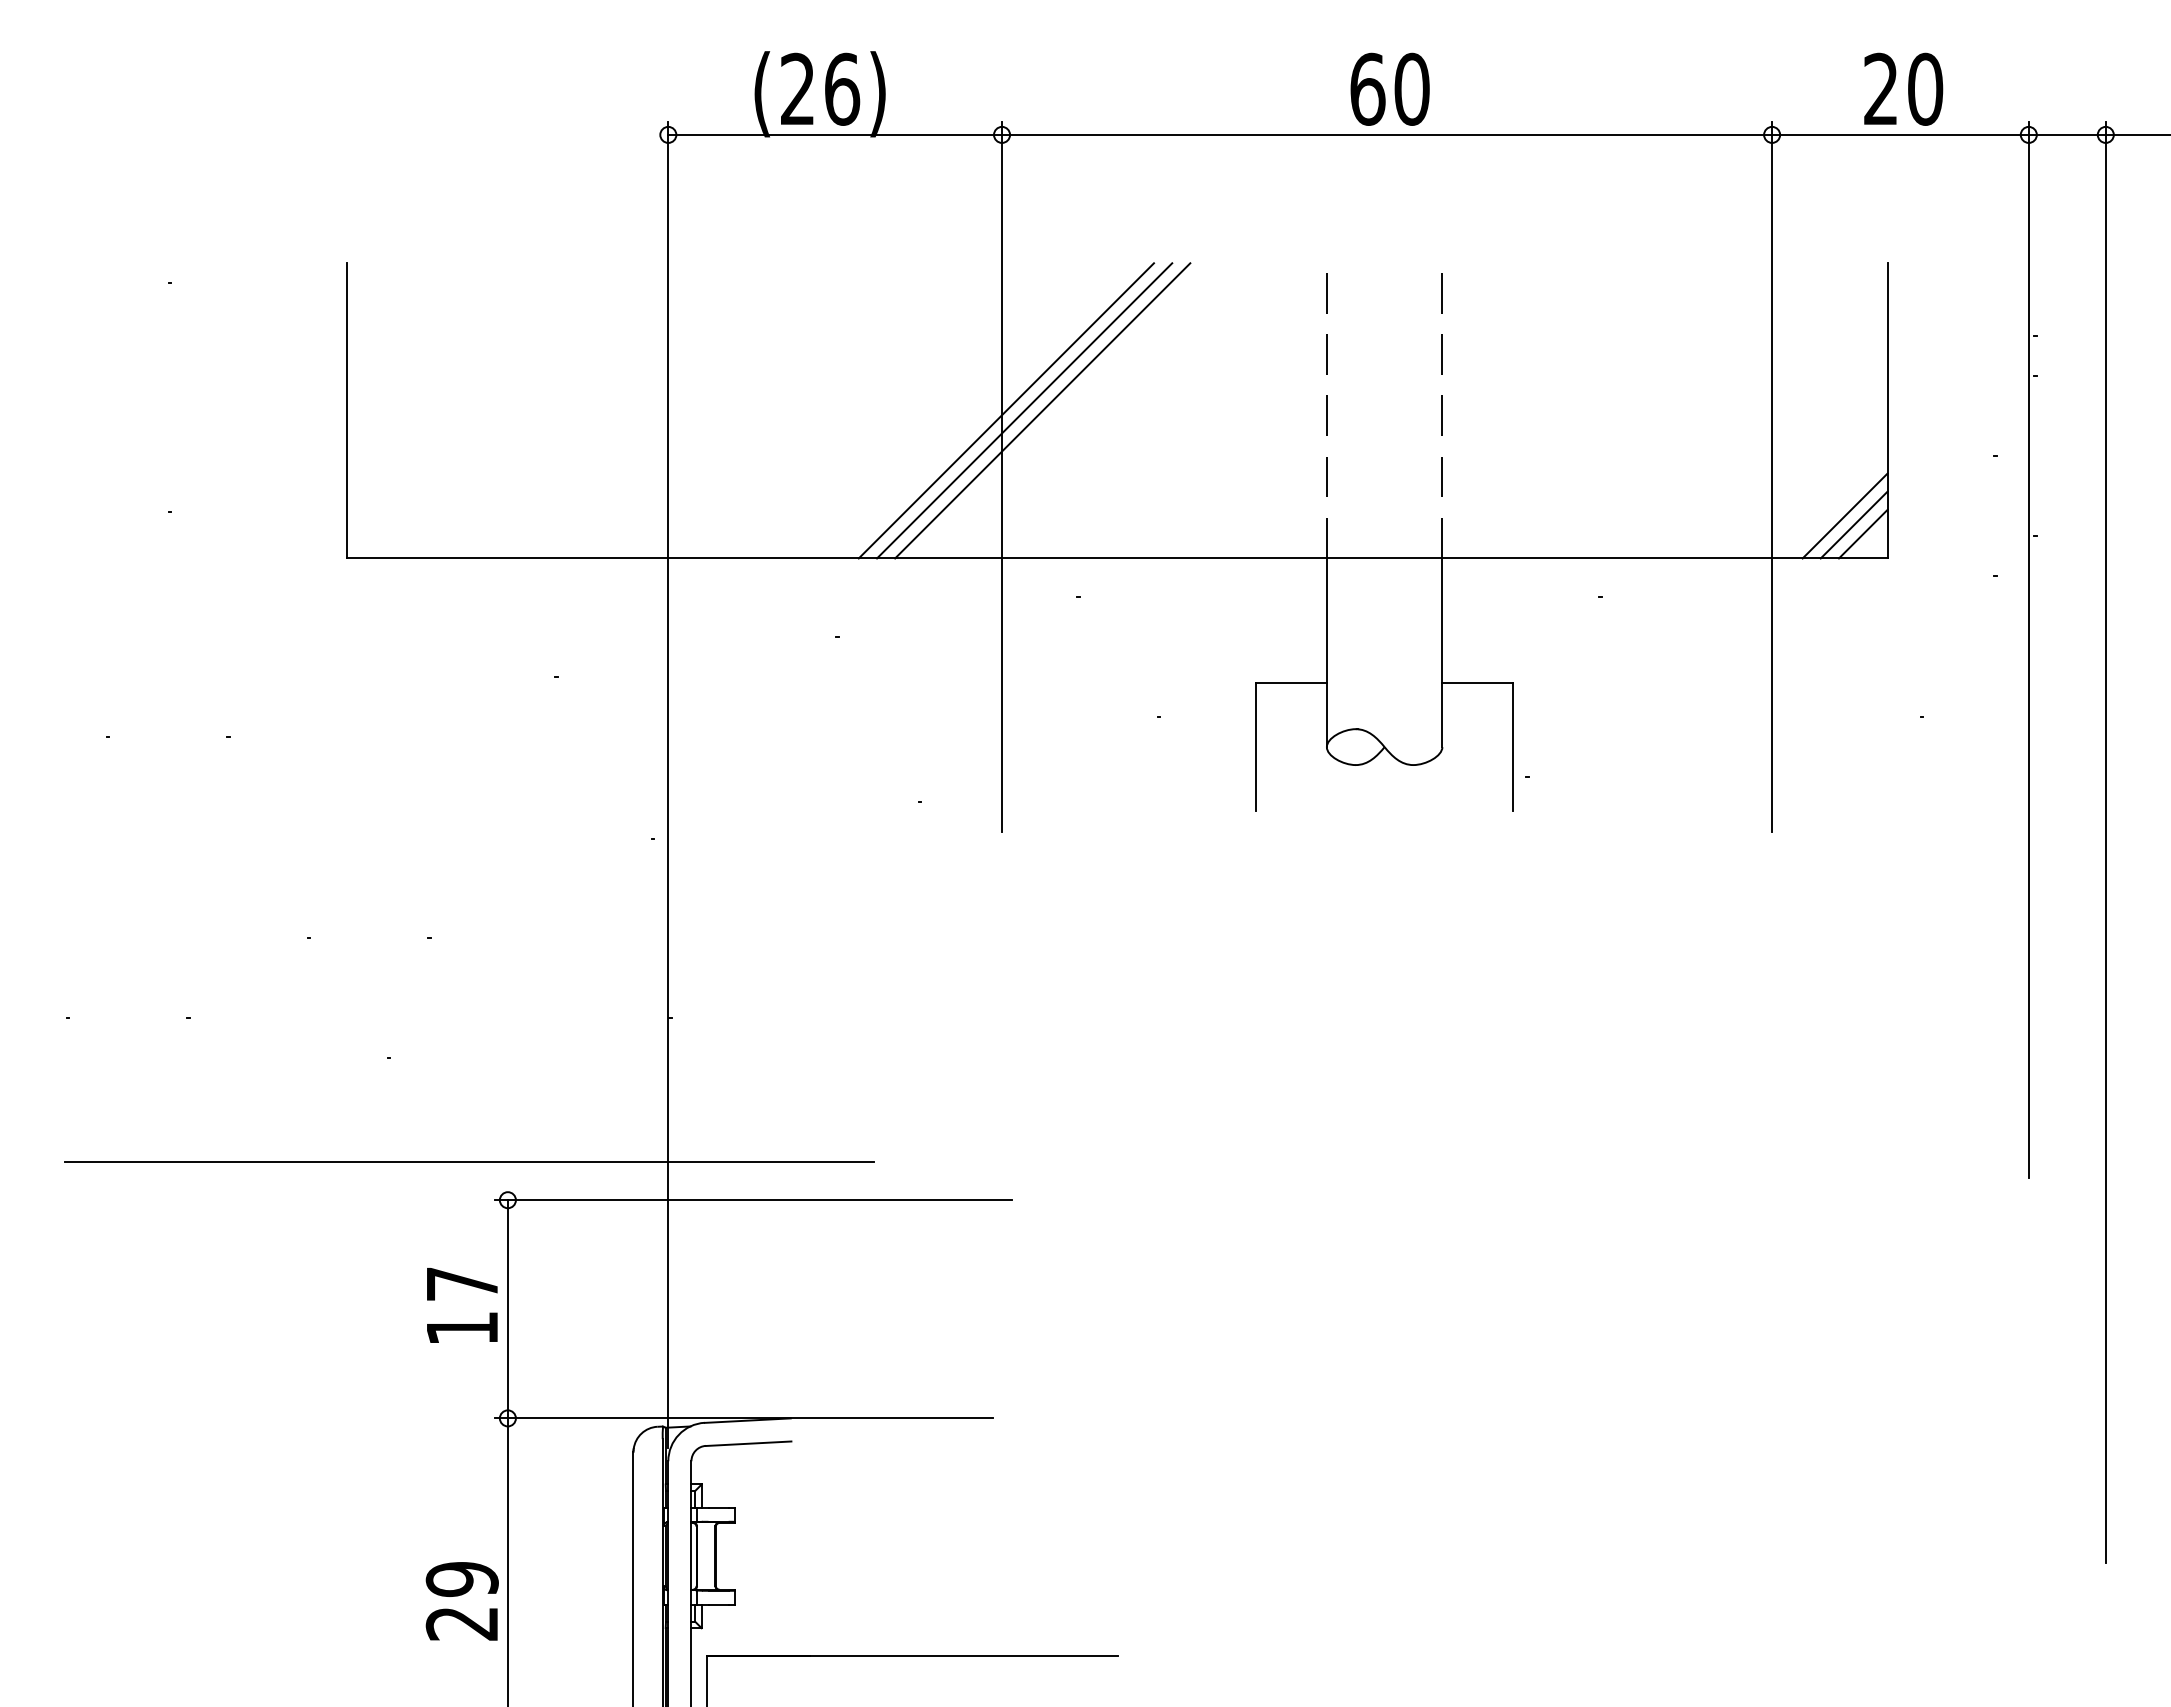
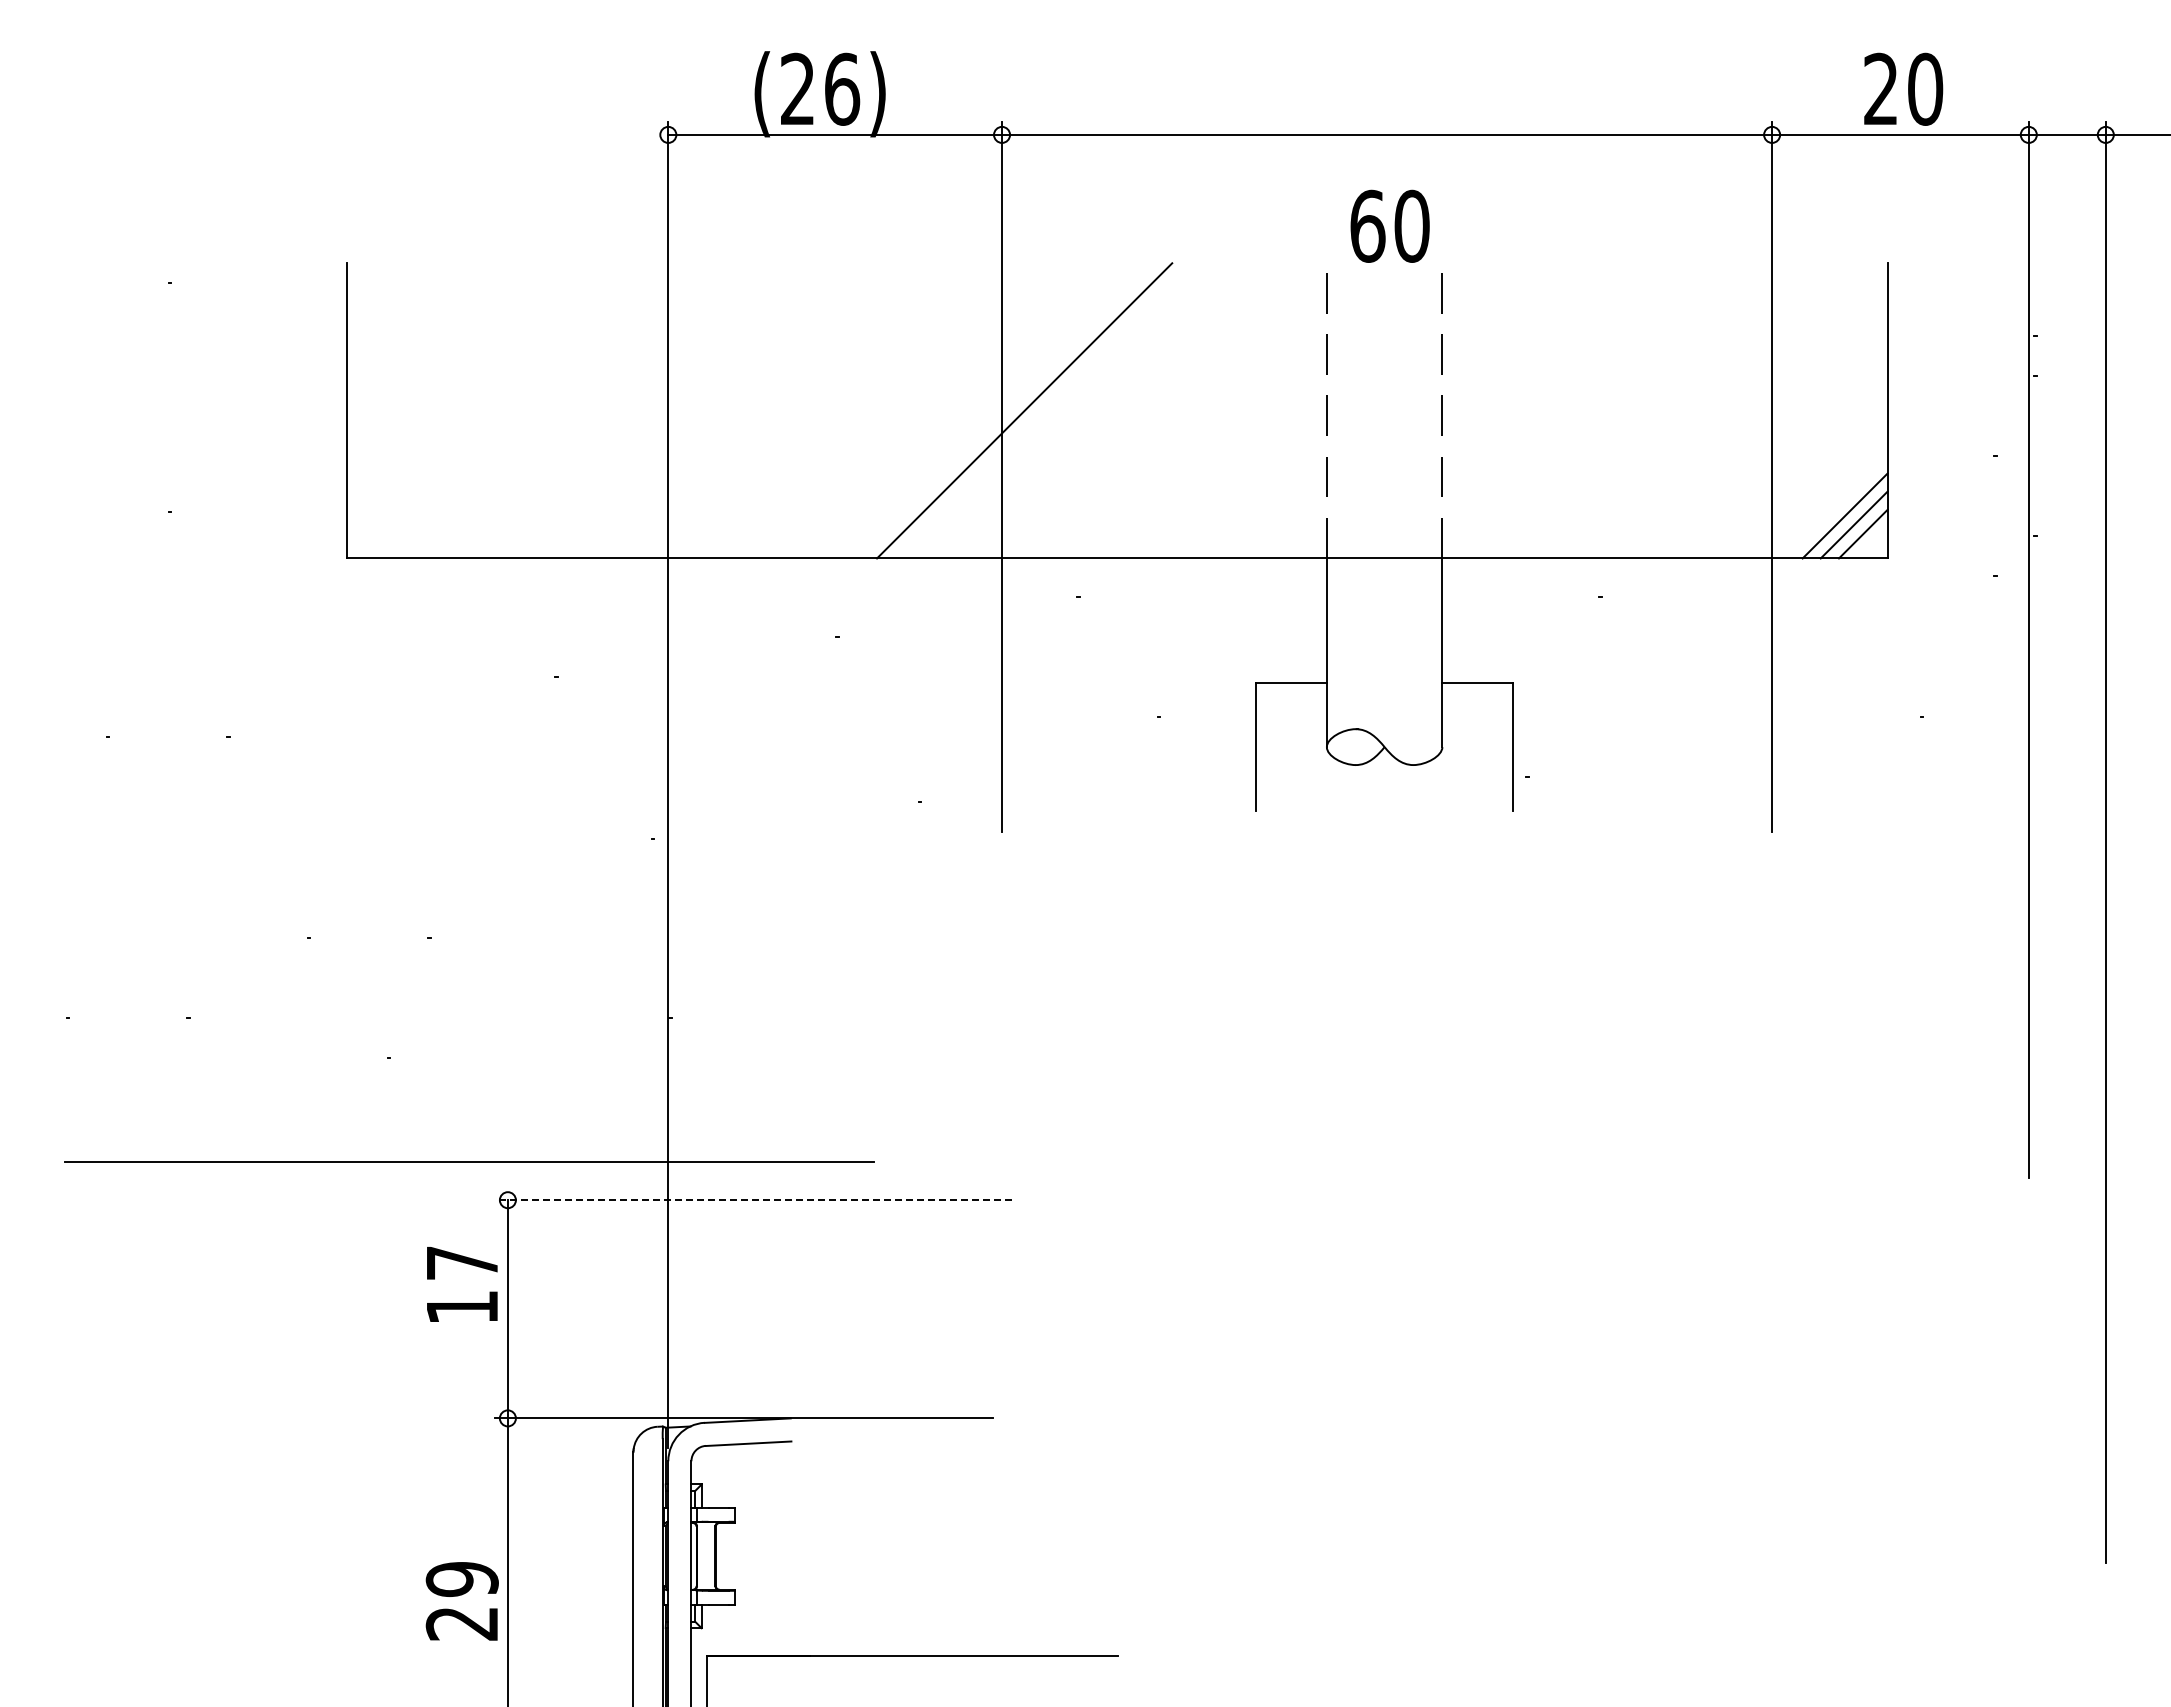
text at (1389, 88) position: (1389, 88) -> (1389, 225)
line at (1006, 410): present -> none
line at (1042, 410): present -> none
line at (753, 1200): solid -> dashed
text at (462, 1305) position: (462, 1305) -> (462, 1284)
